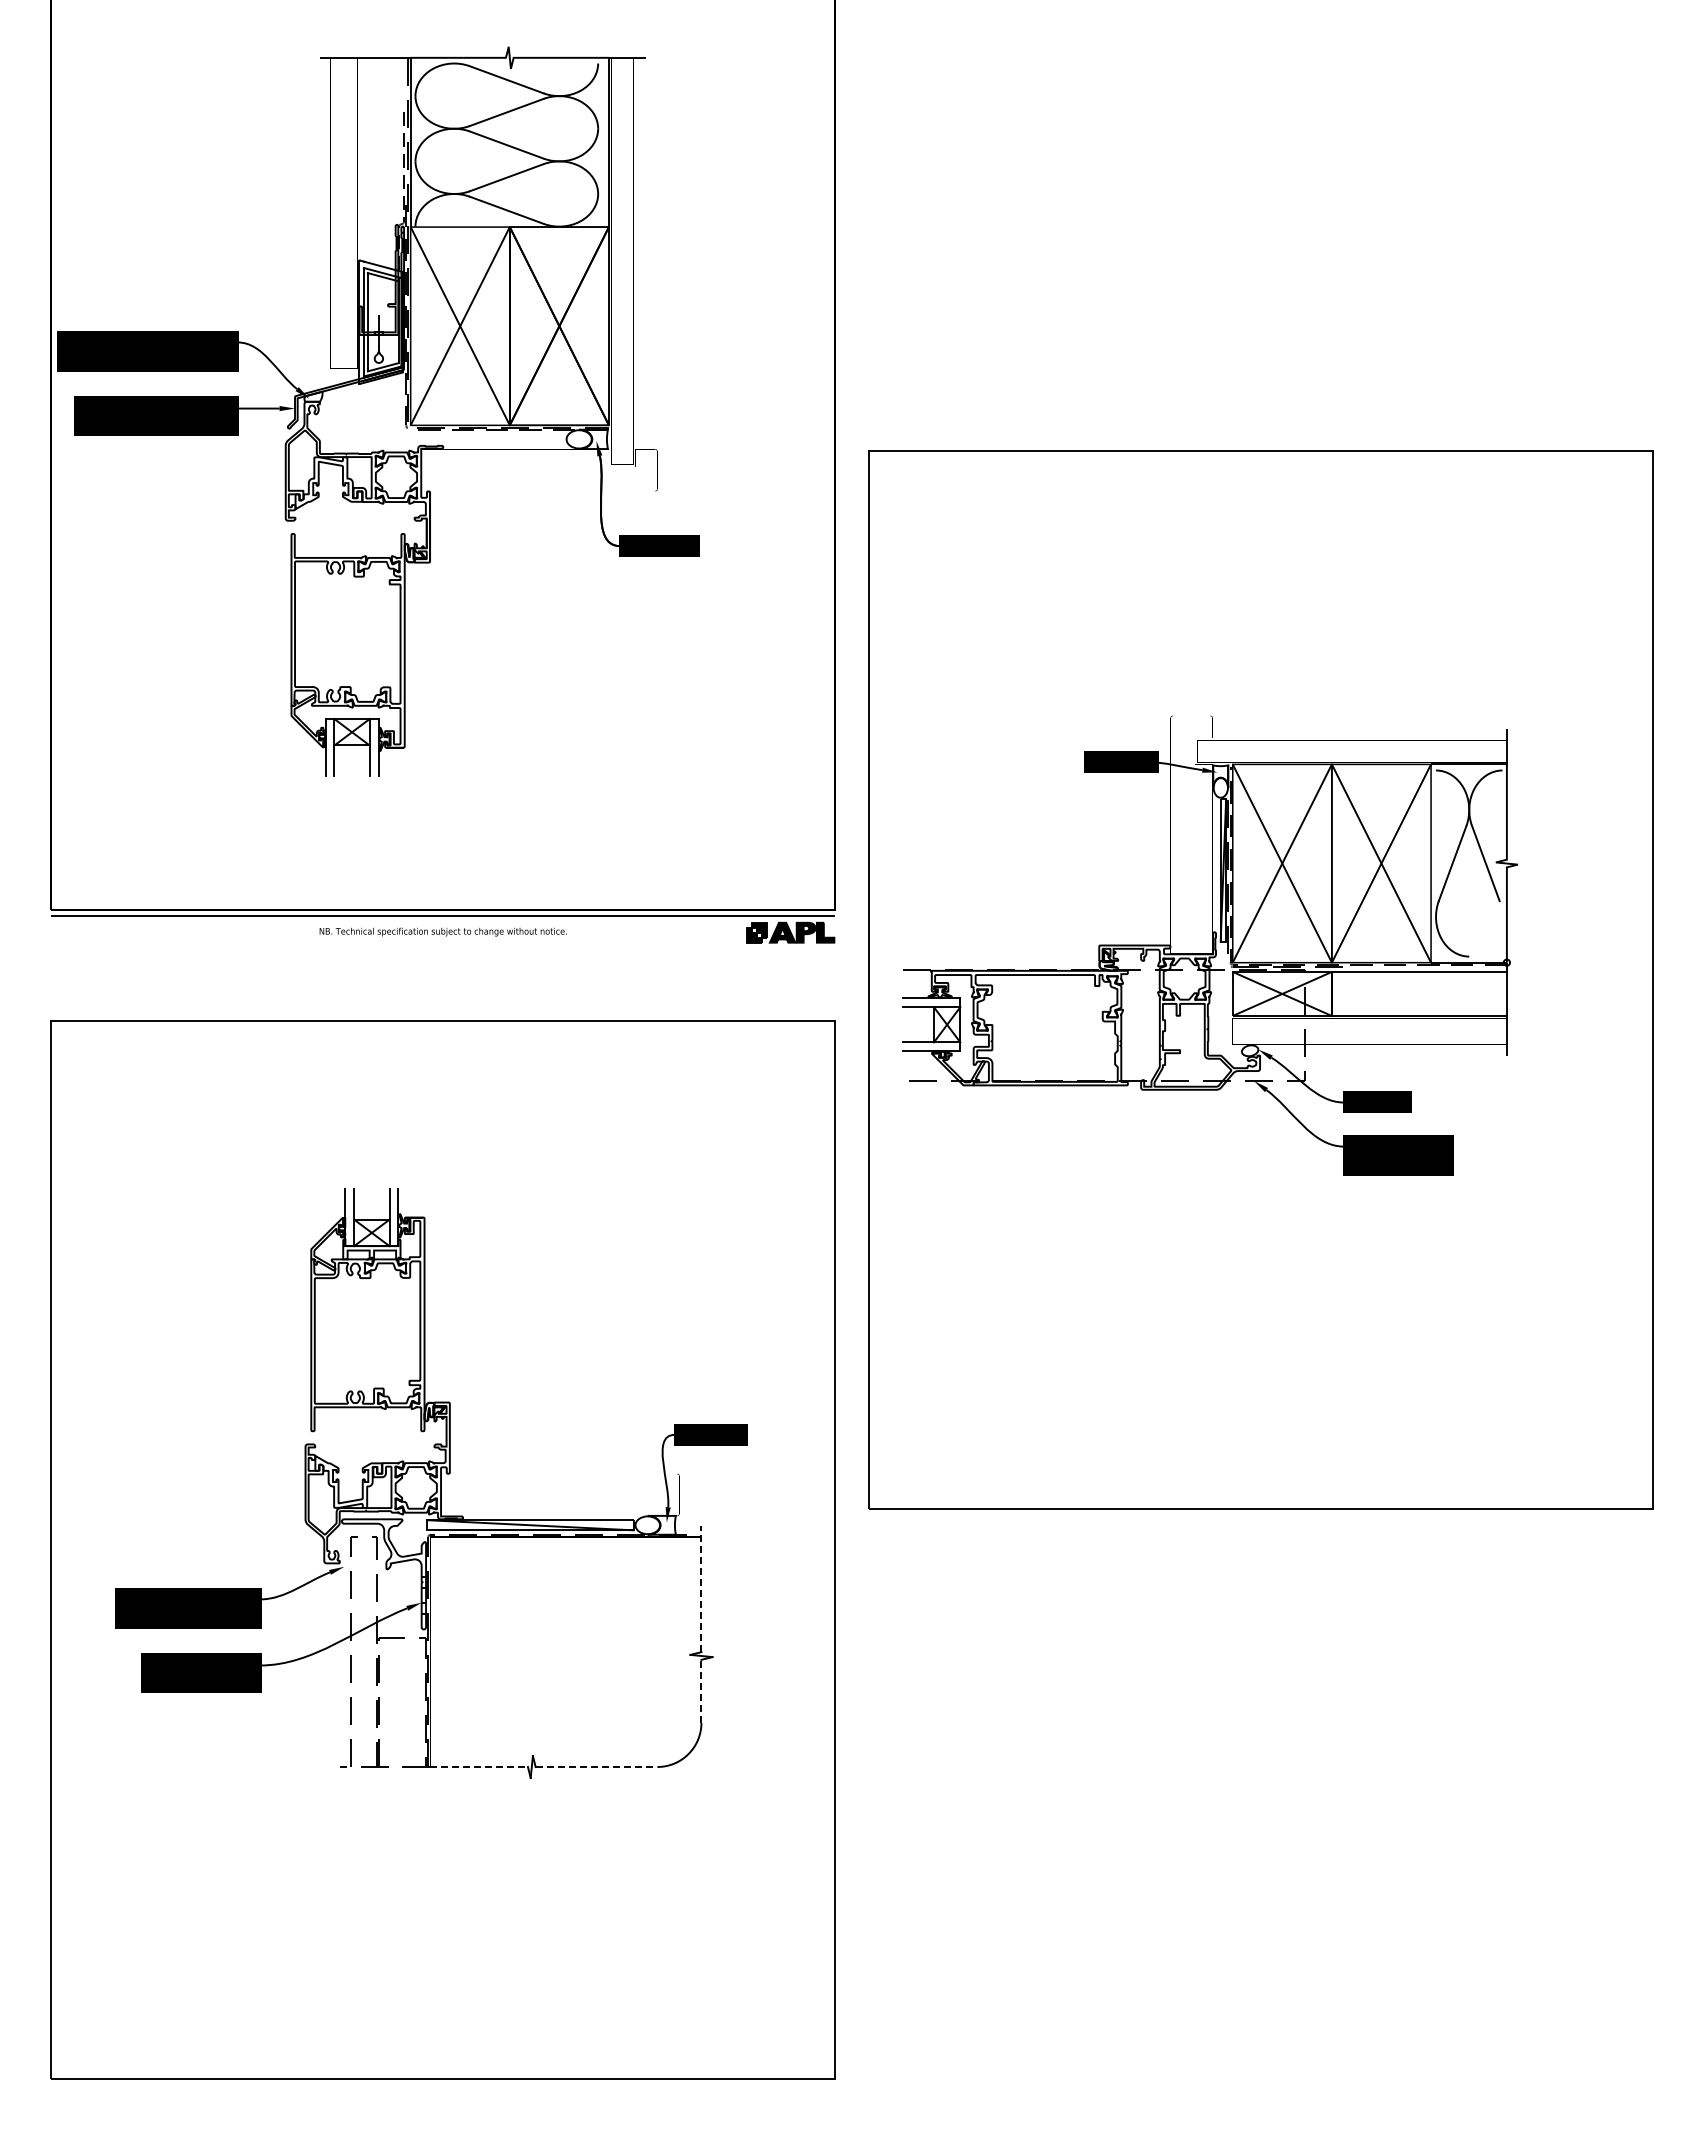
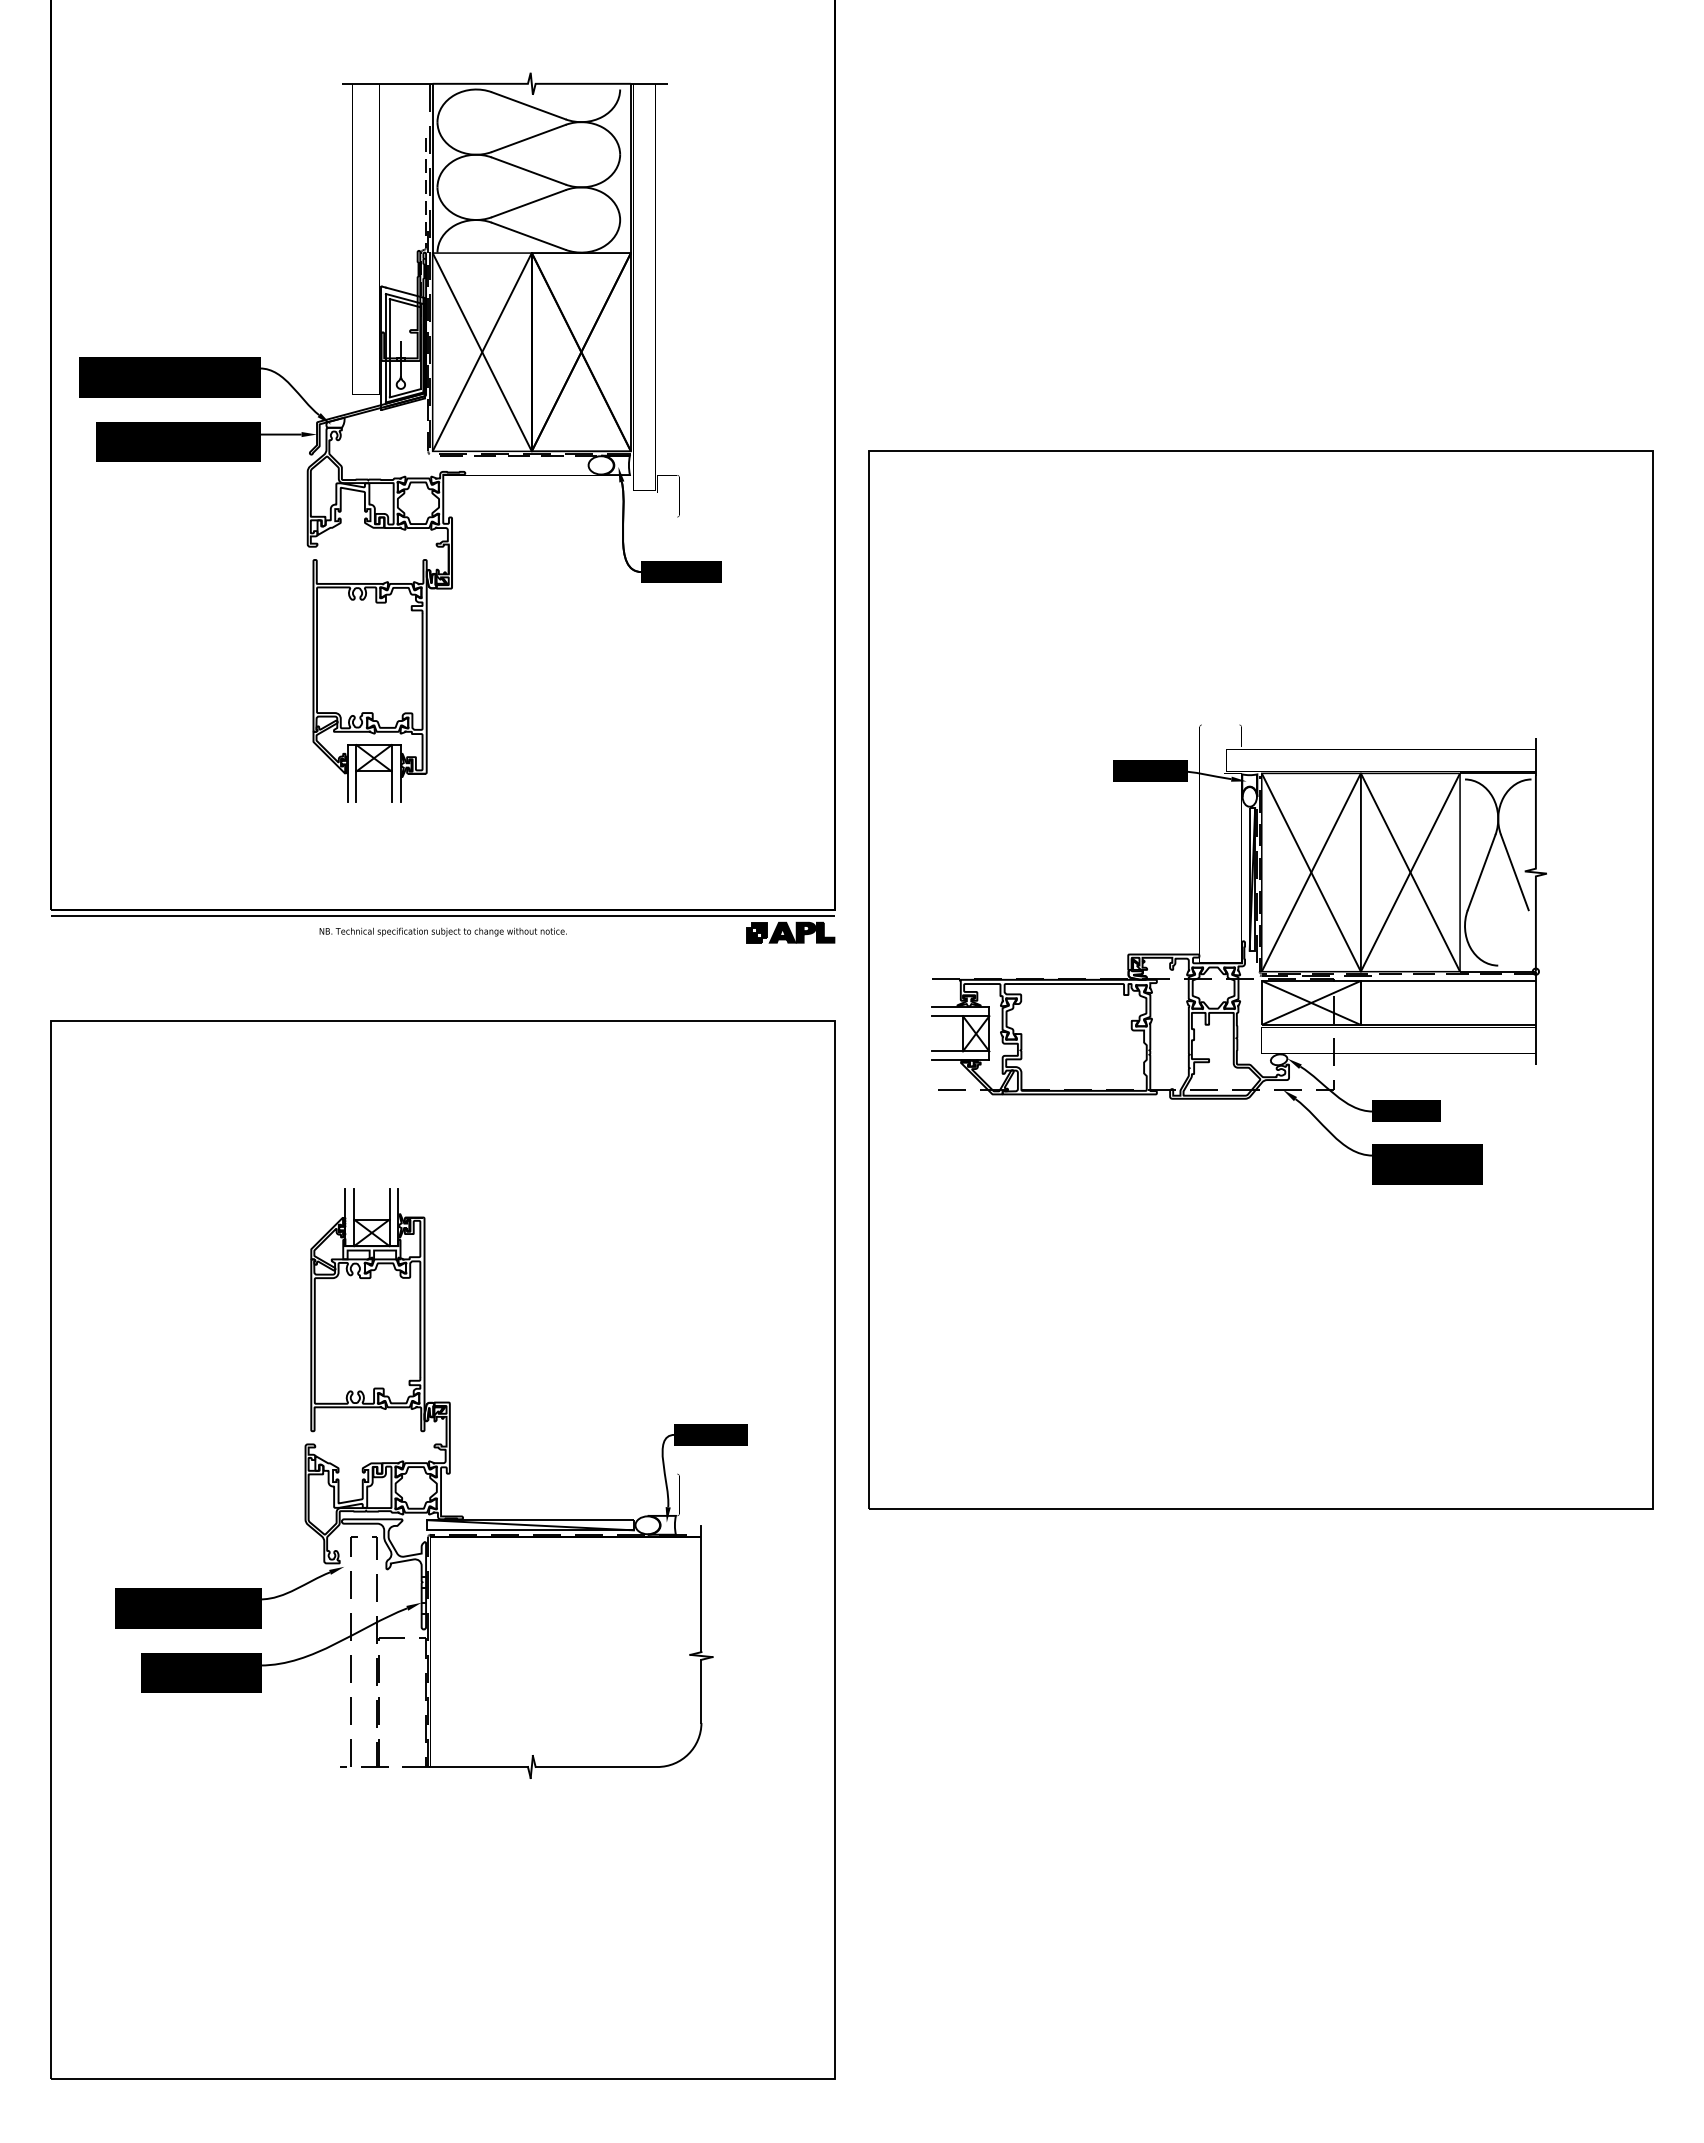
part at (378, 411) position: (378, 411) -> (400, 437)
part at (1209, 945) position: (1209, 945) -> (1238, 954)
line at (701, 1588): dashed -> solid
line at (701, 1691): dashed -> solid
line at (479, 1767): dashed -> solid
line at (596, 1767): dashed -> solid
